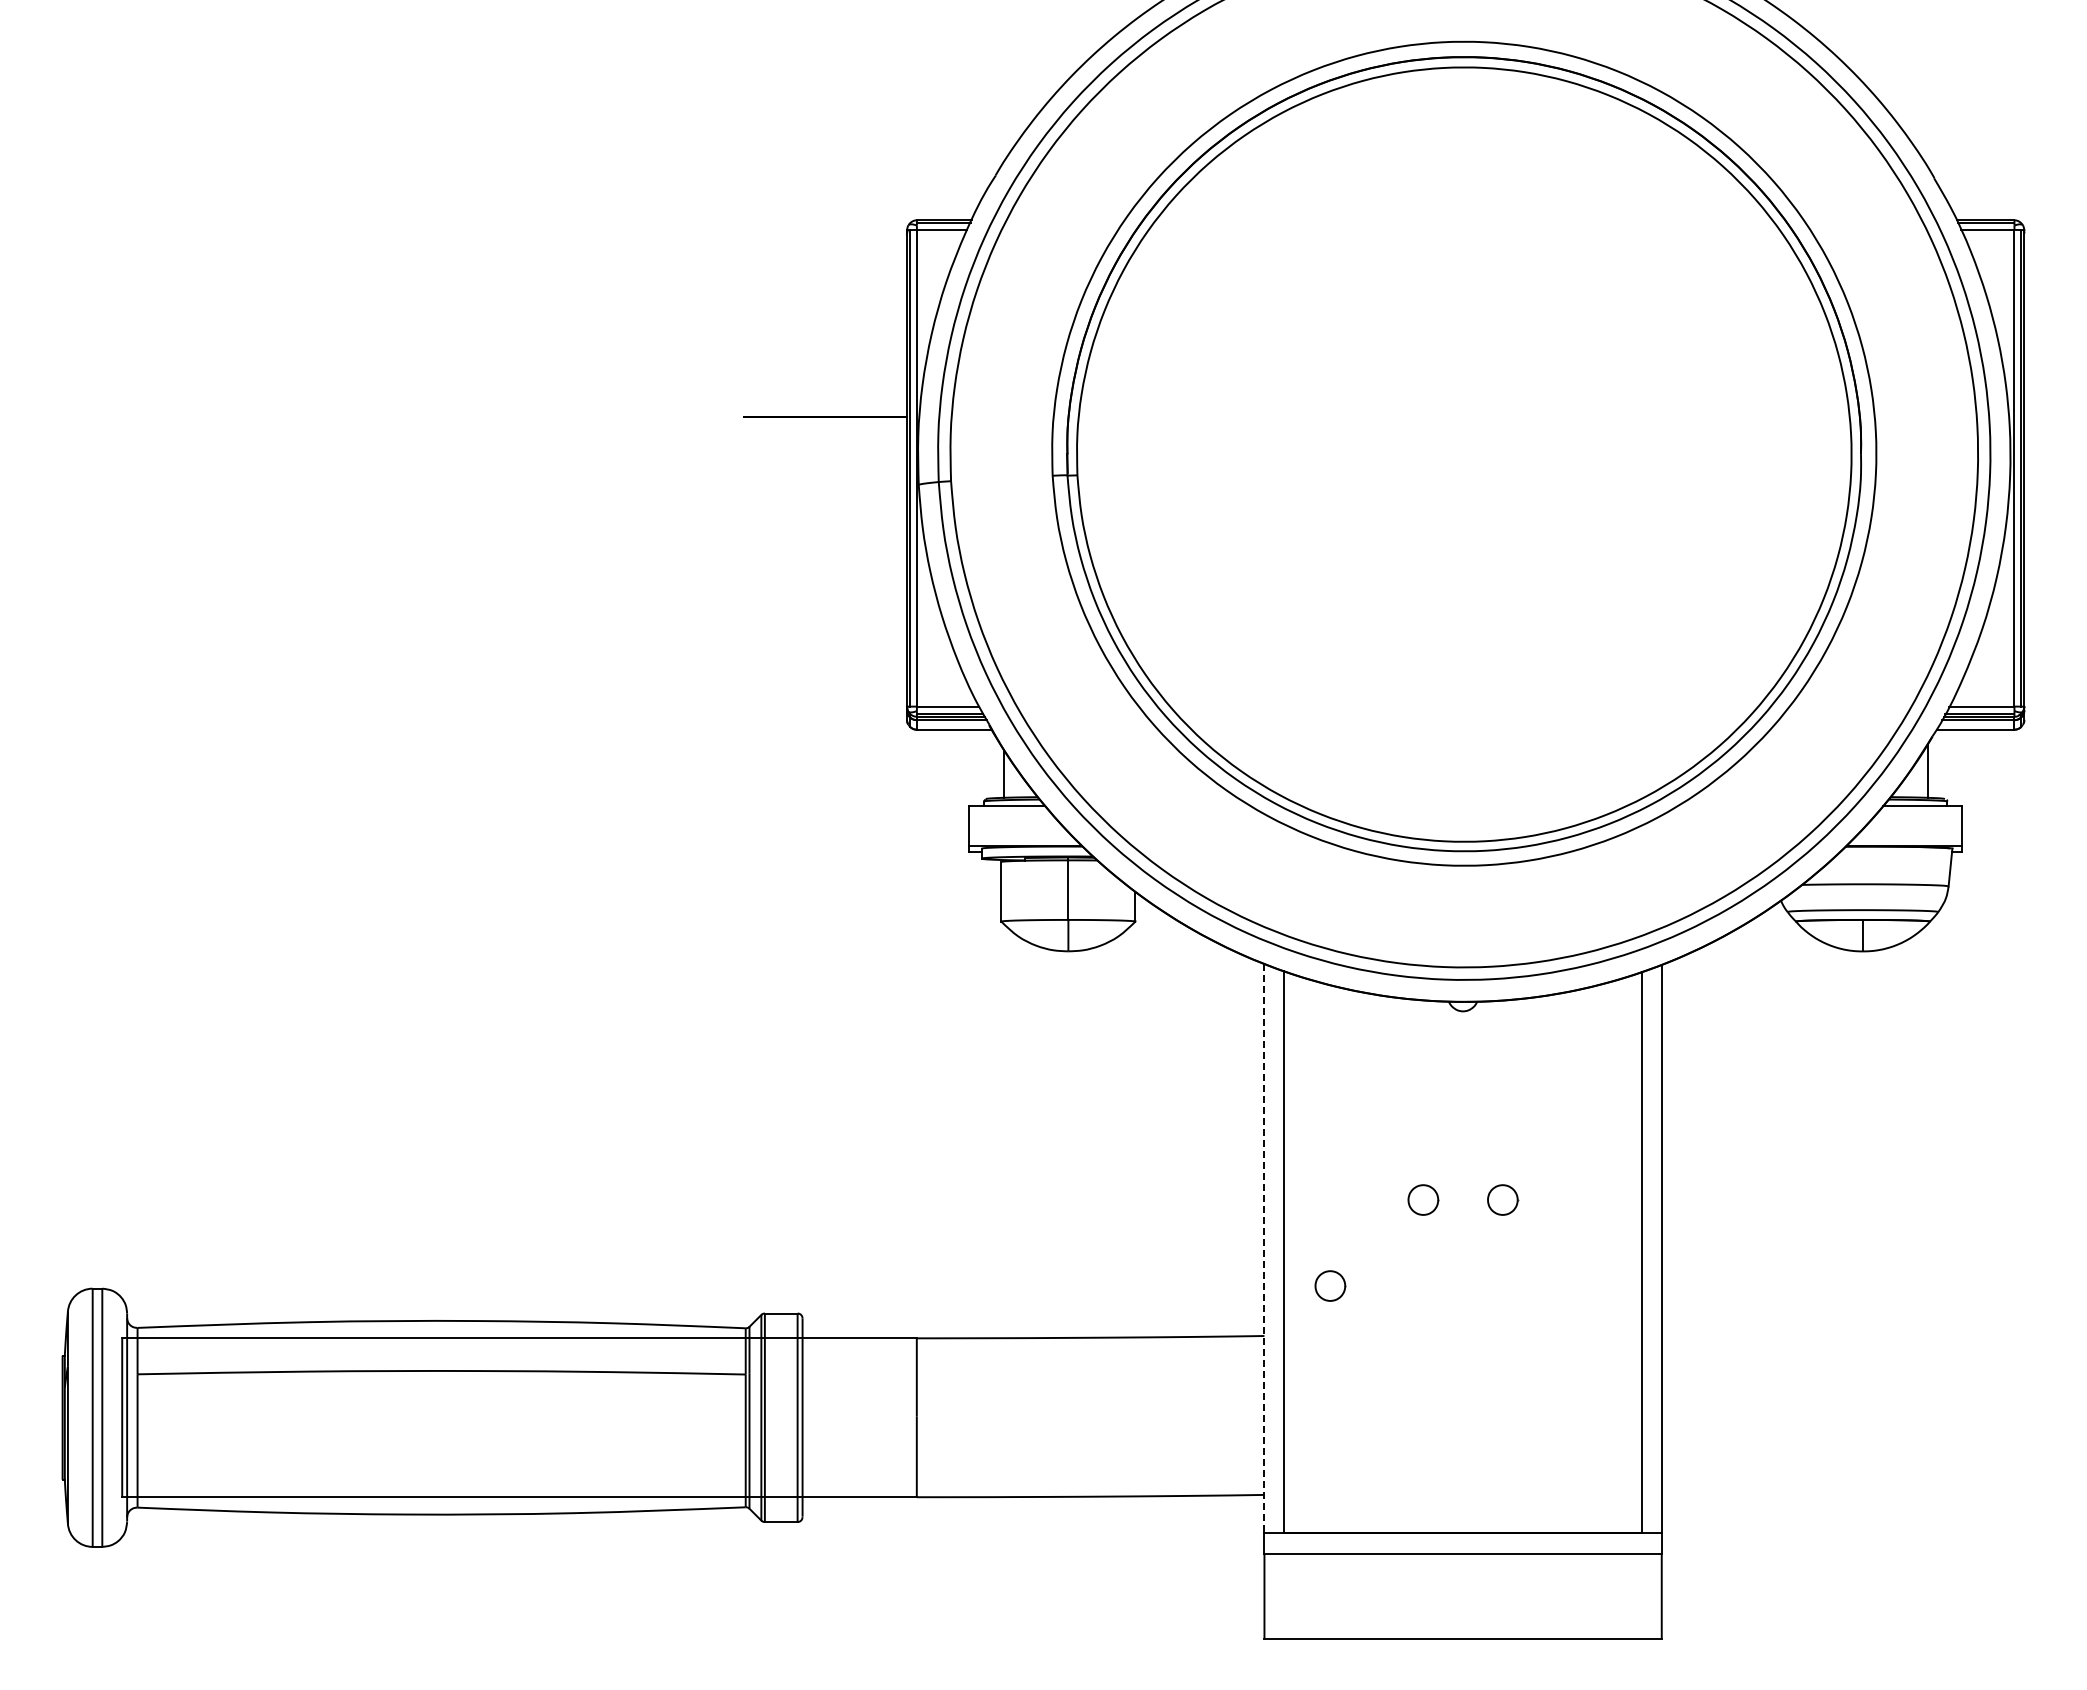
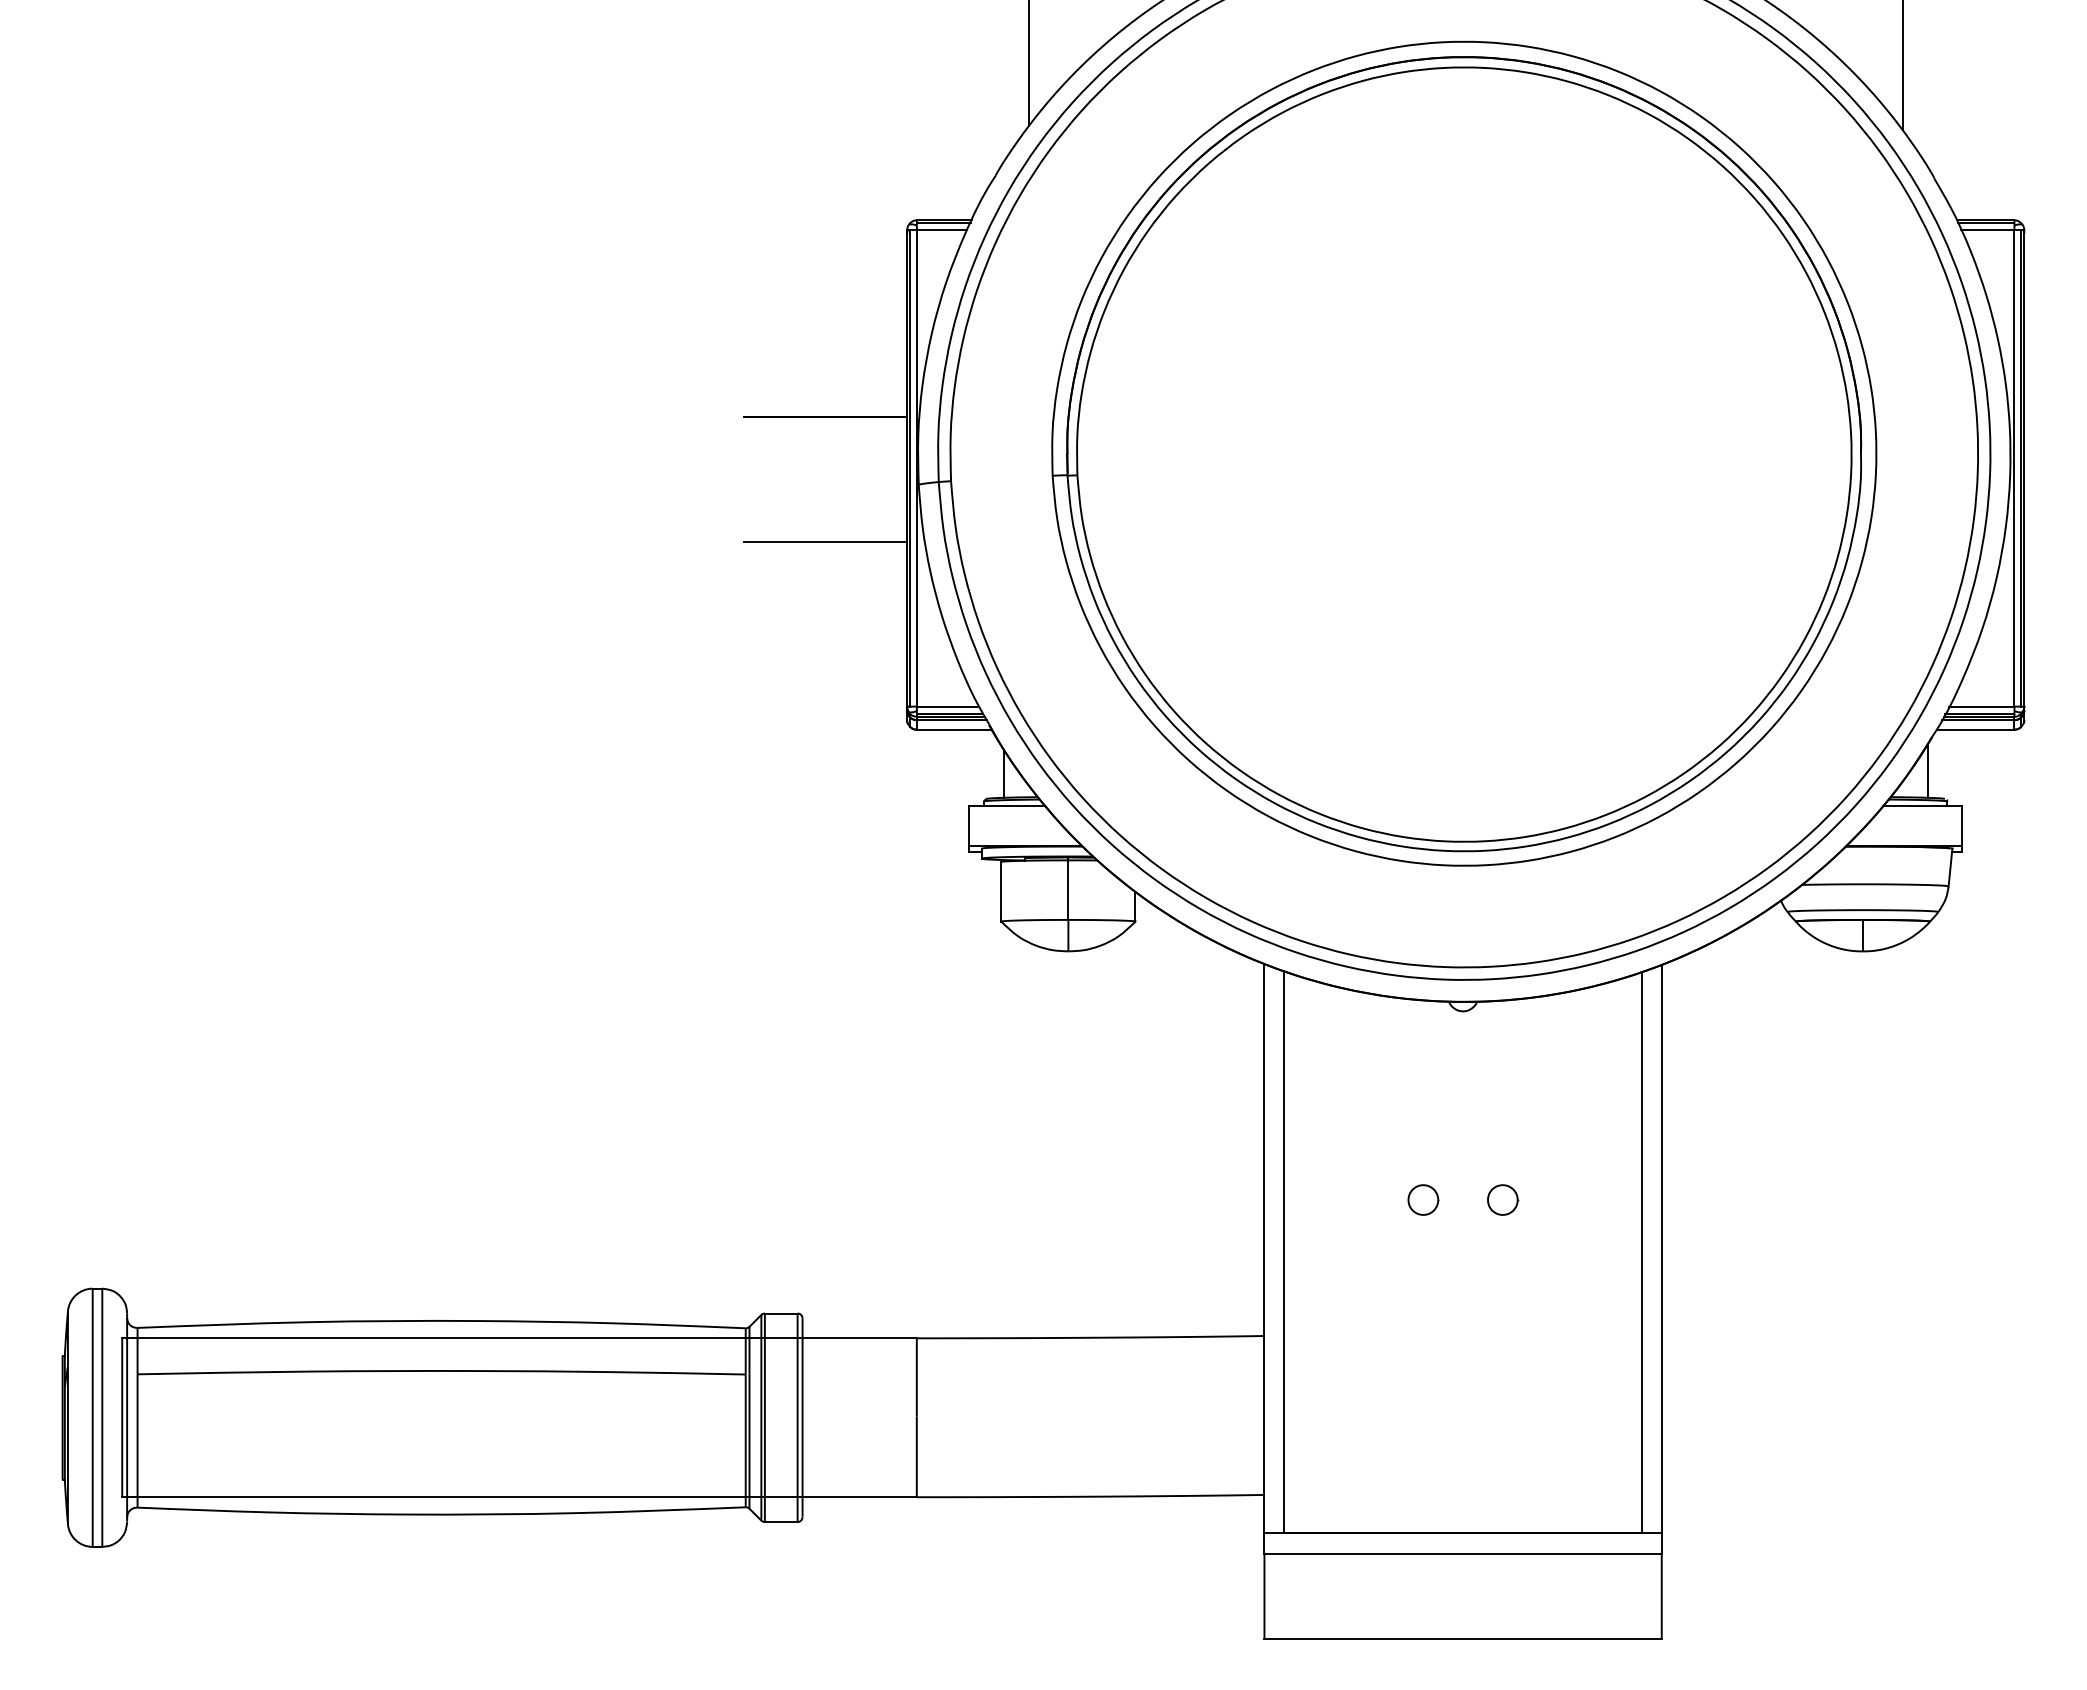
line at (1028, 64): none -> present
line at (1902, 66): none -> present
line at (825, 541): none -> present
line at (1264, 1247): dashed -> solid
part at (1330, 1285): present -> none
